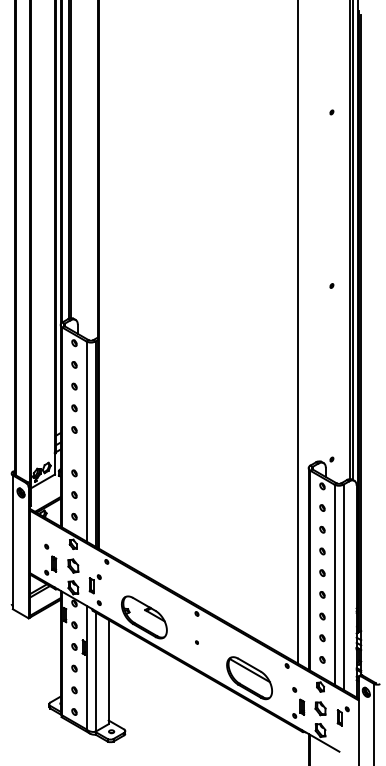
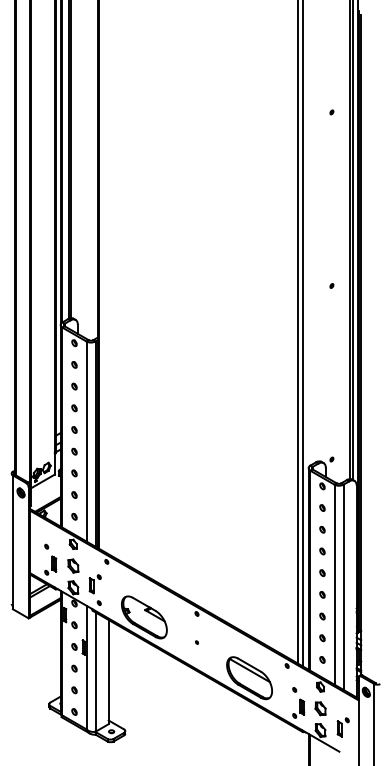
line at (302, 334): none -> present
part at (74, 451): none -> present
part at (342, 716) position: (342, 716) -> (342, 727)
